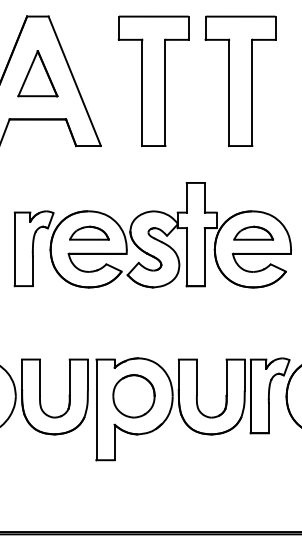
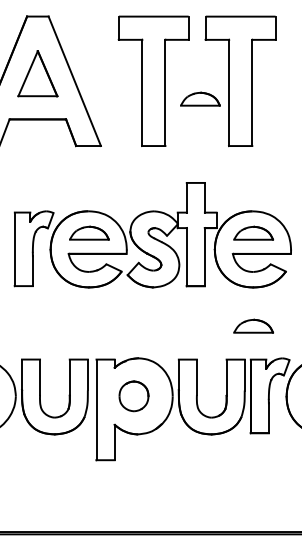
part at (200, 98): none -> present
part at (253, 325): none -> present
part at (133, 396) size: 44x45 px -> 32x33 px
